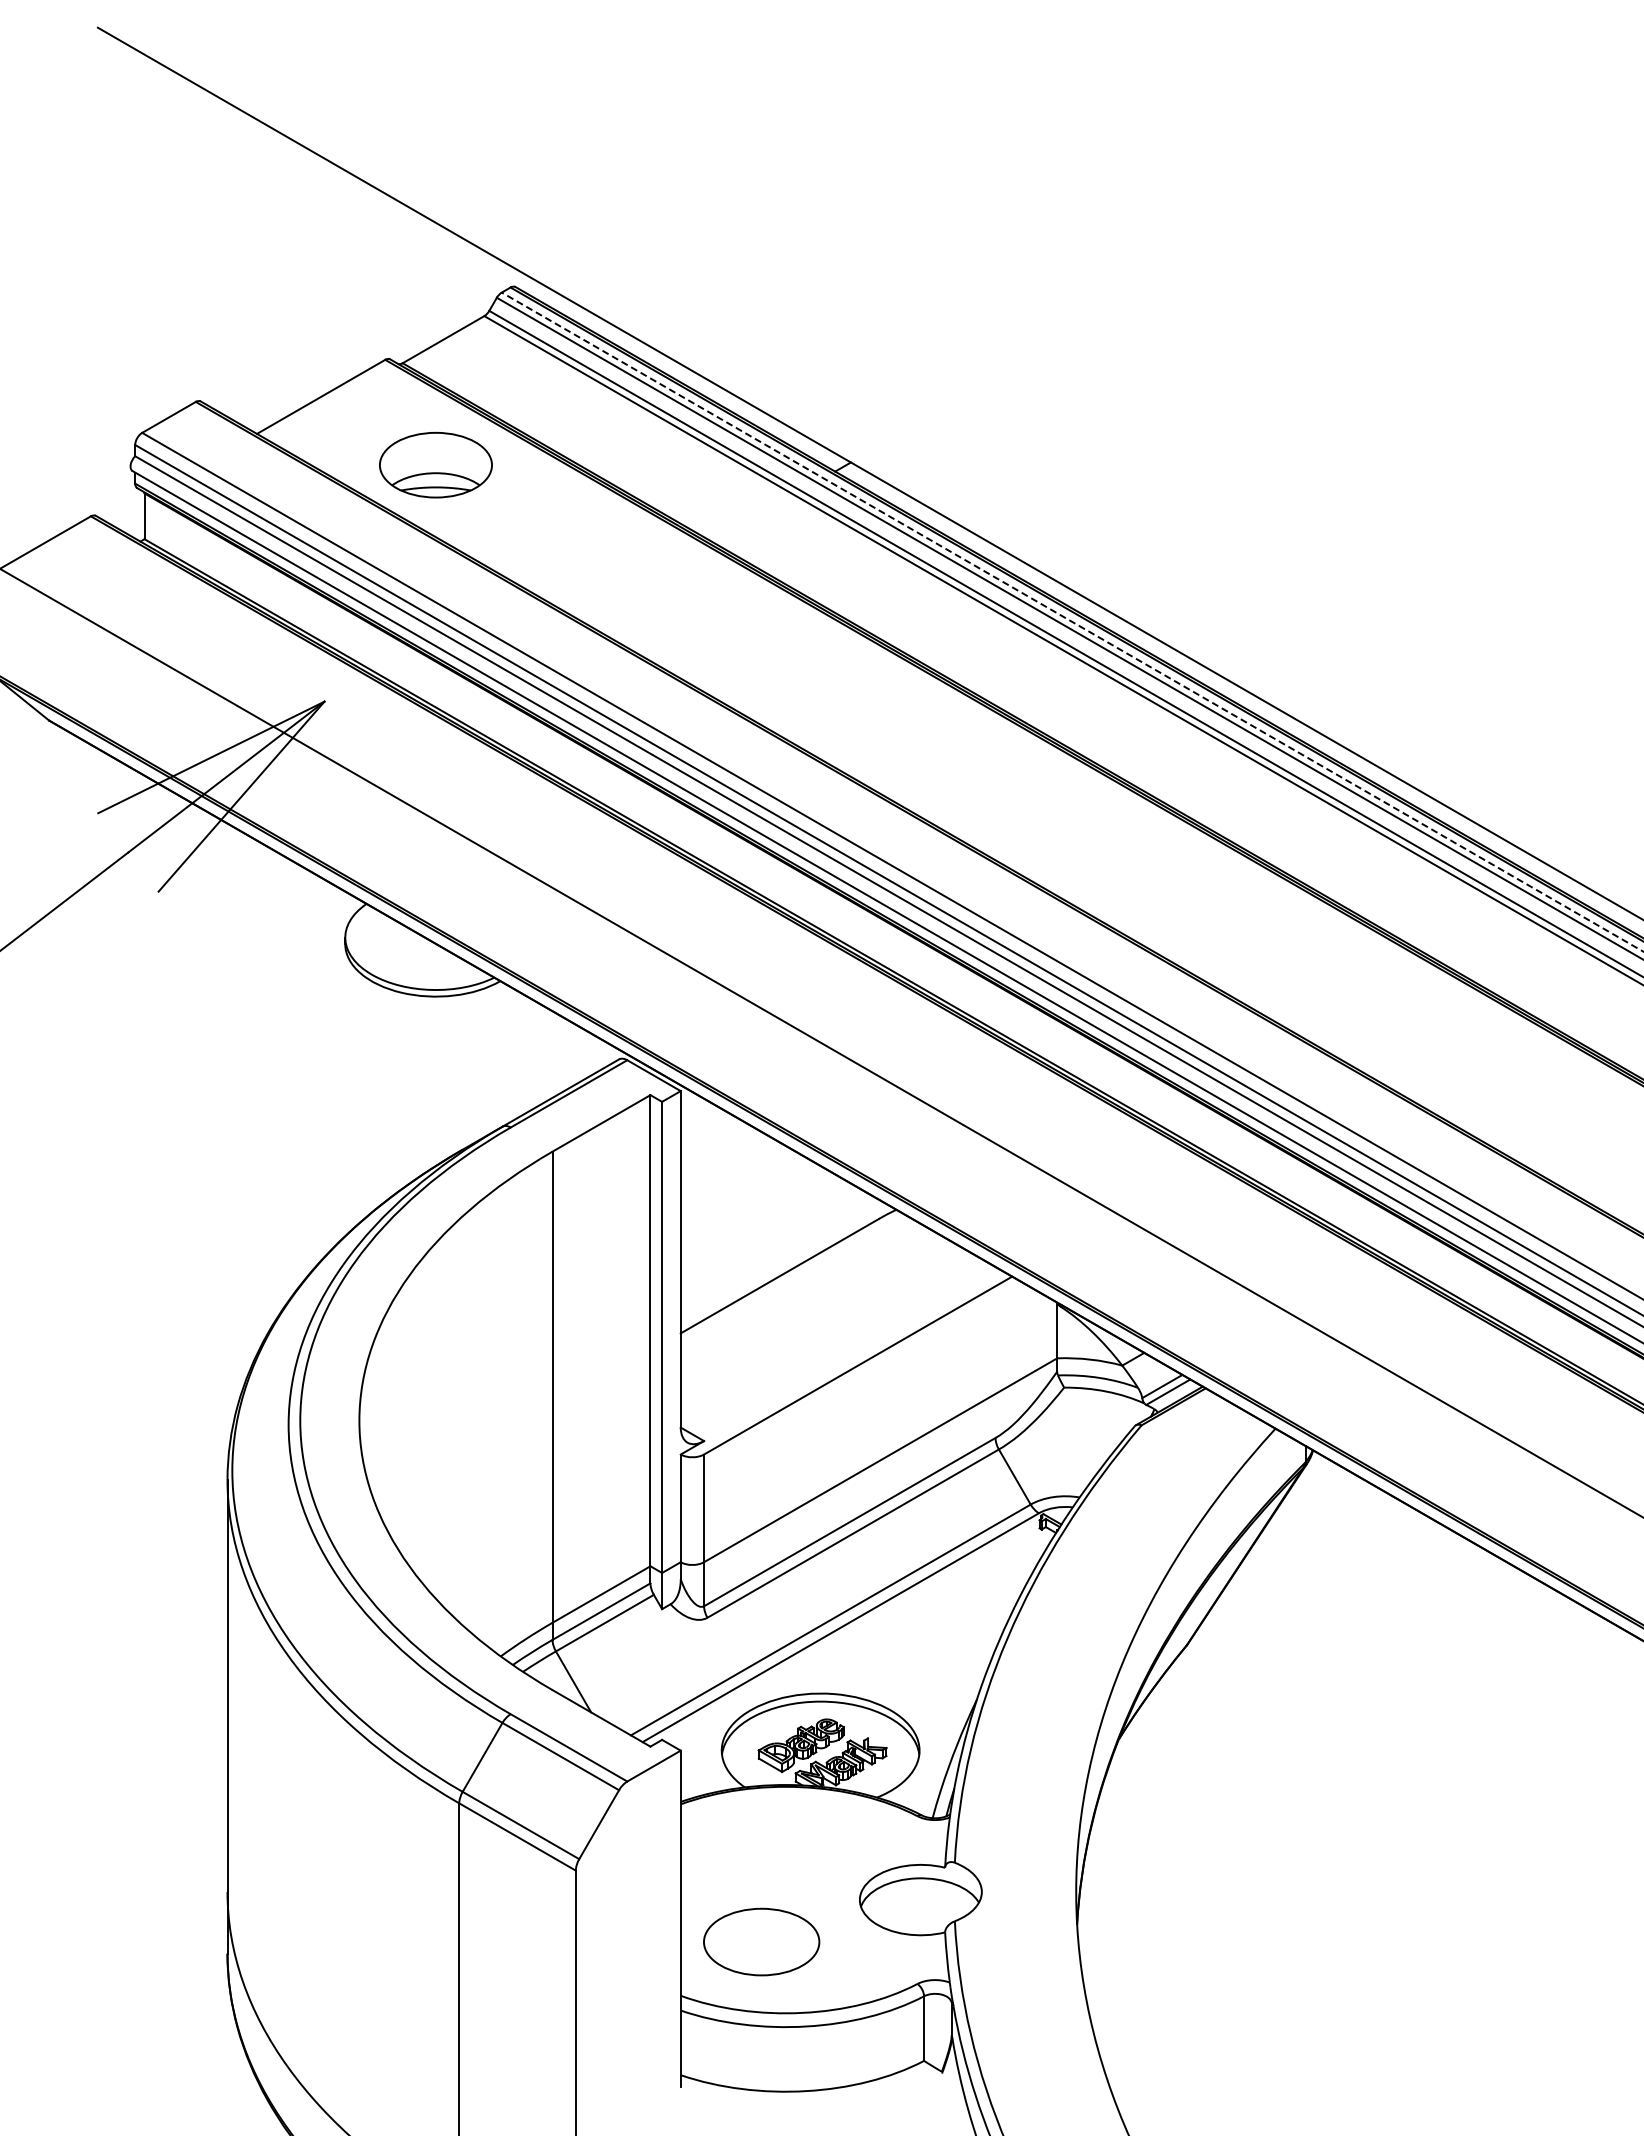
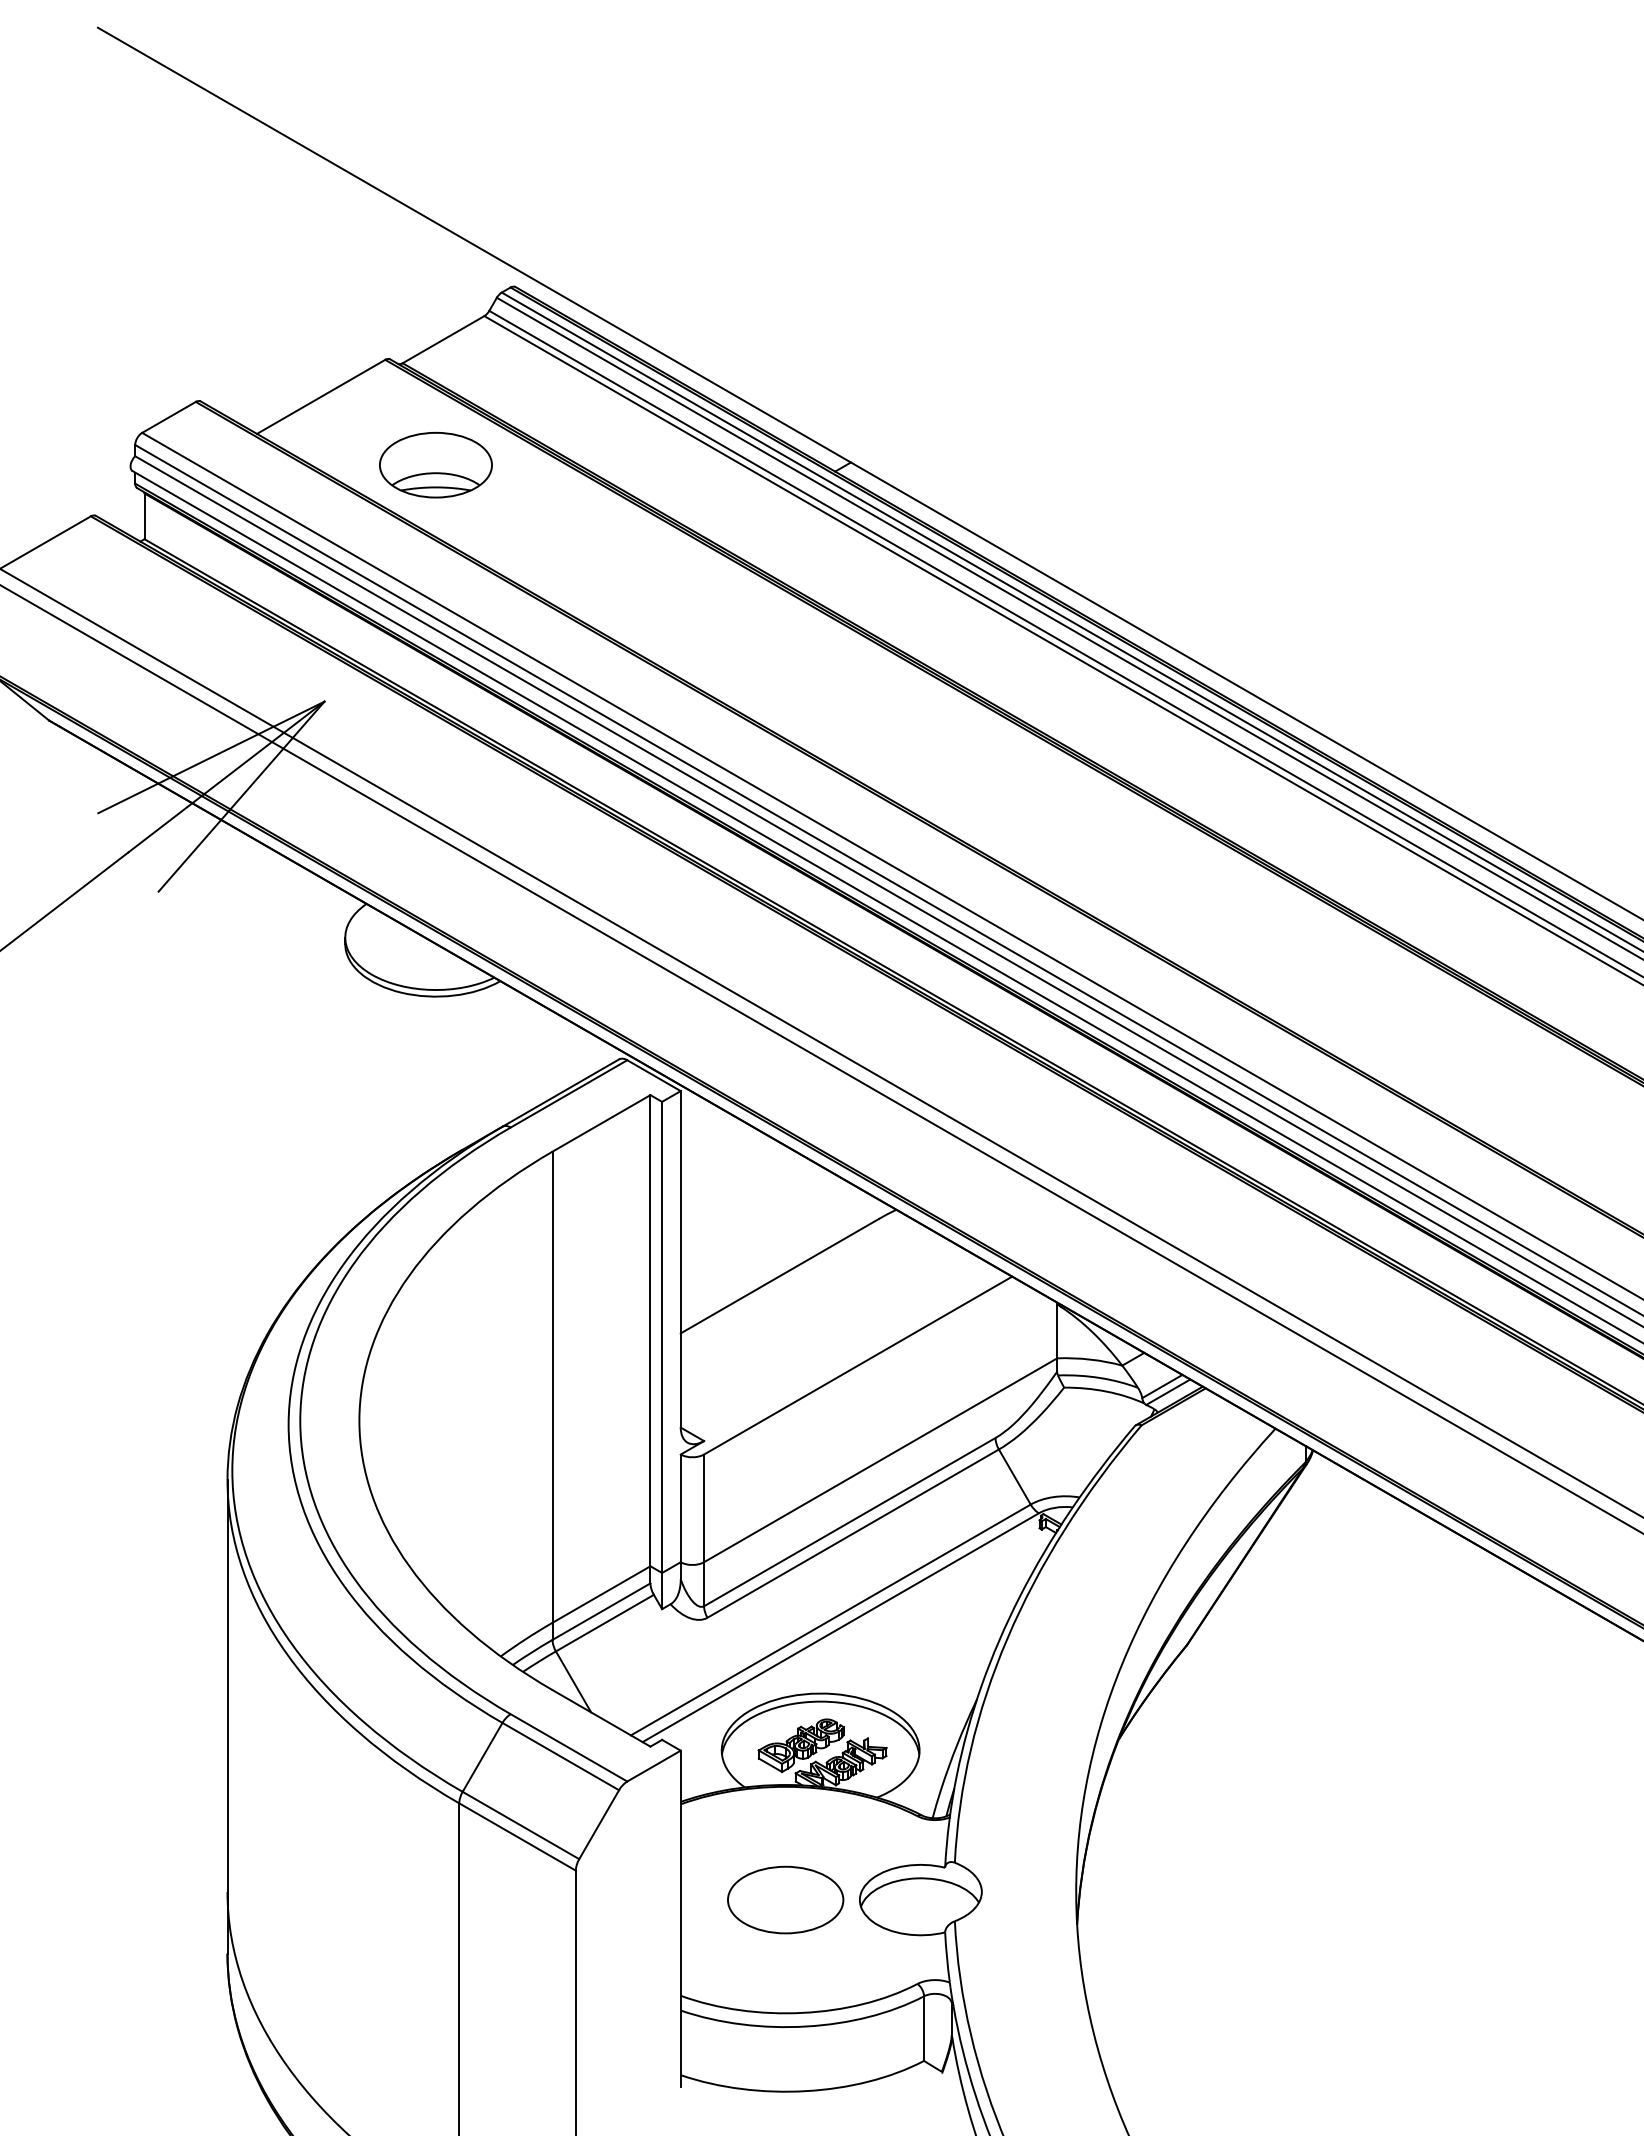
line at (1072, 622): dashed -> solid
line at (821, 1059): none -> present
part at (761, 1941) position: (761, 1941) -> (785, 1899)
